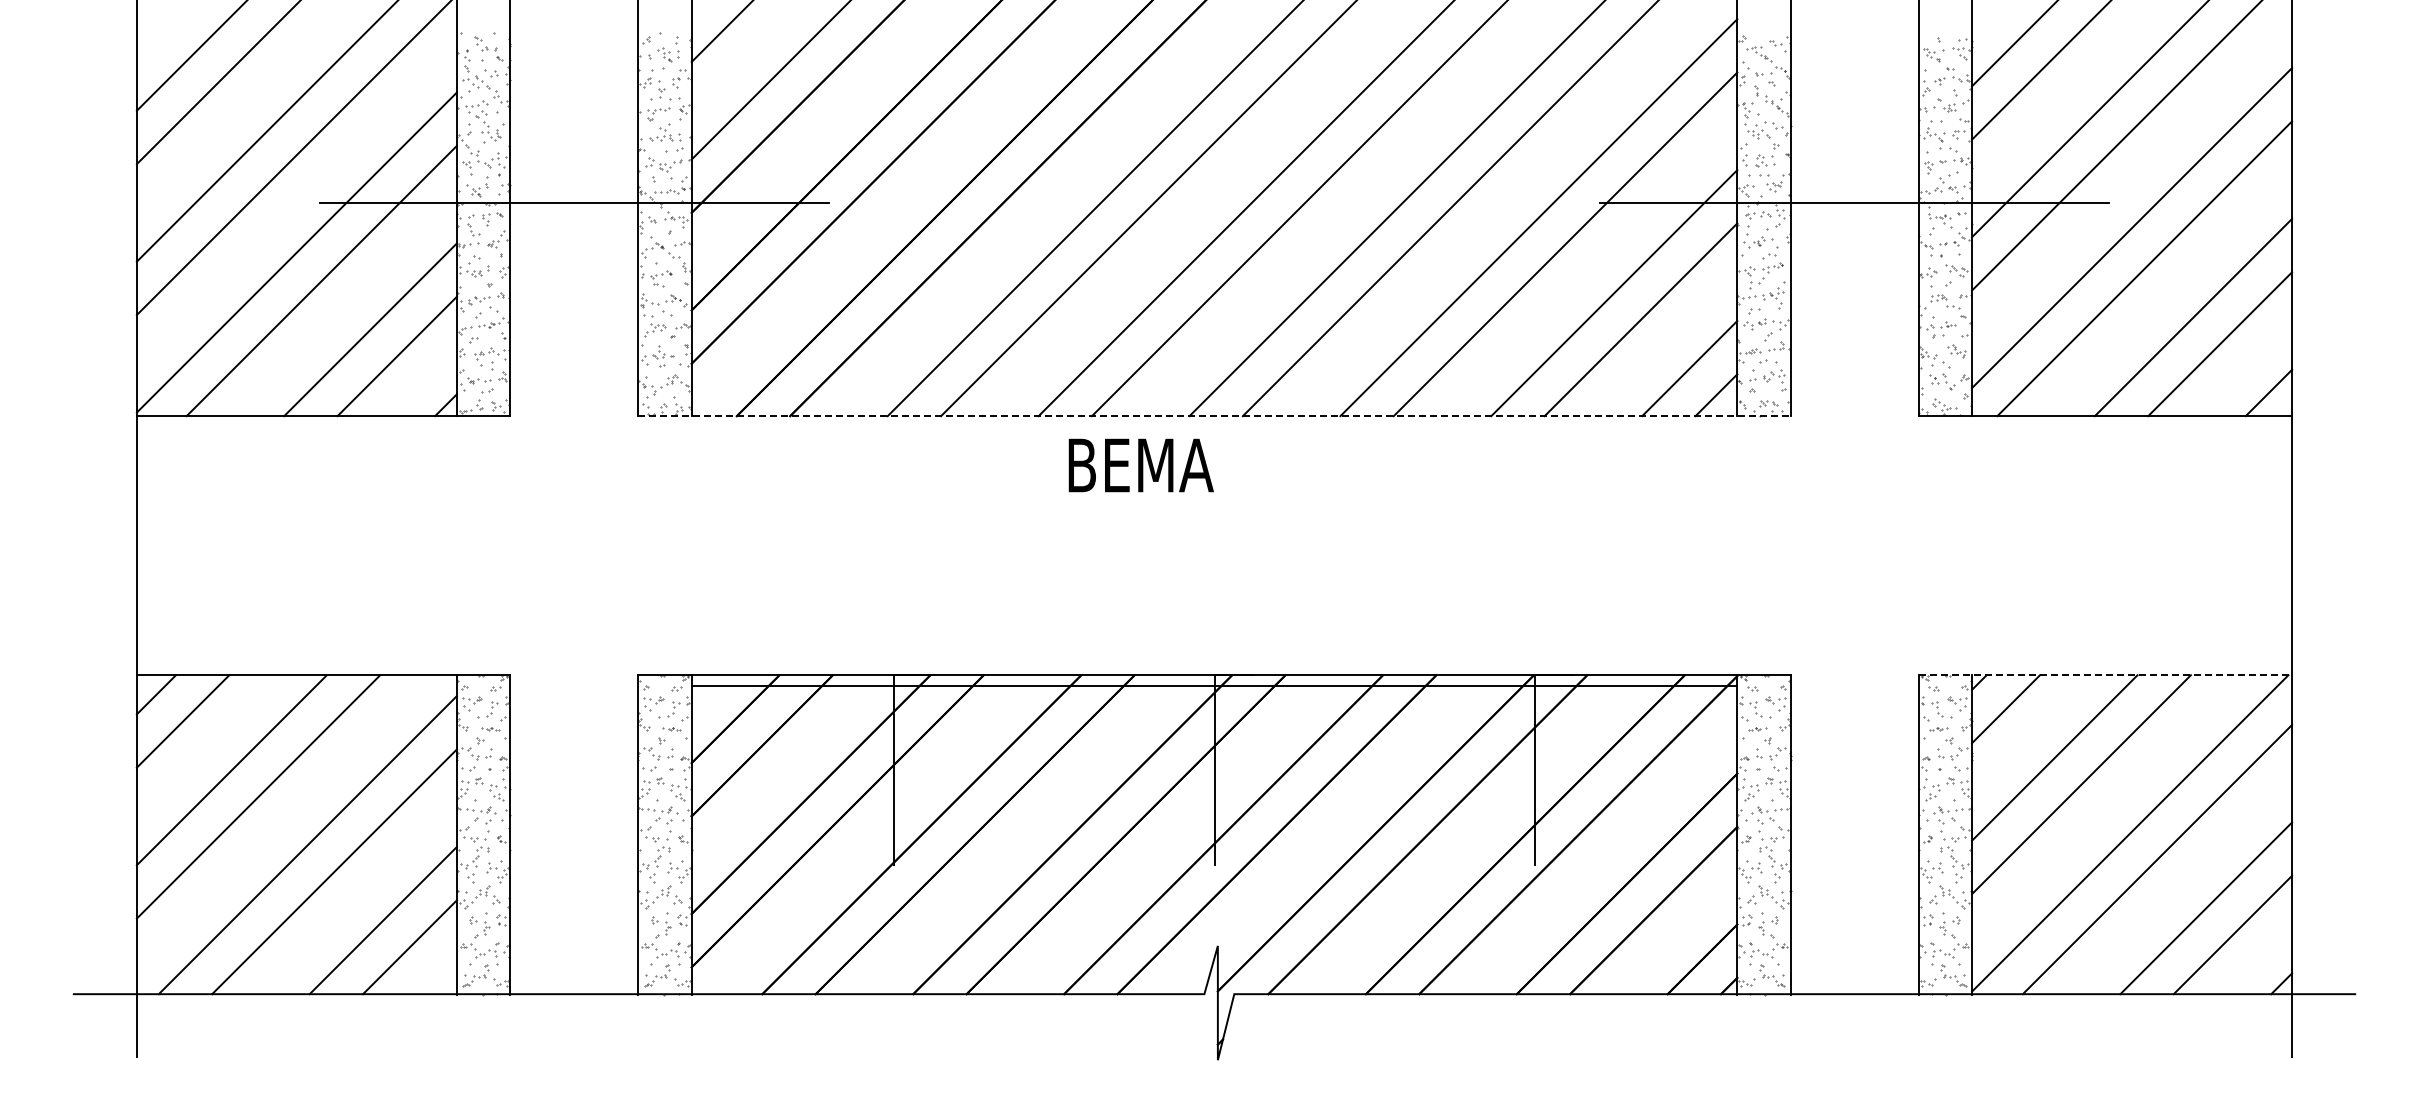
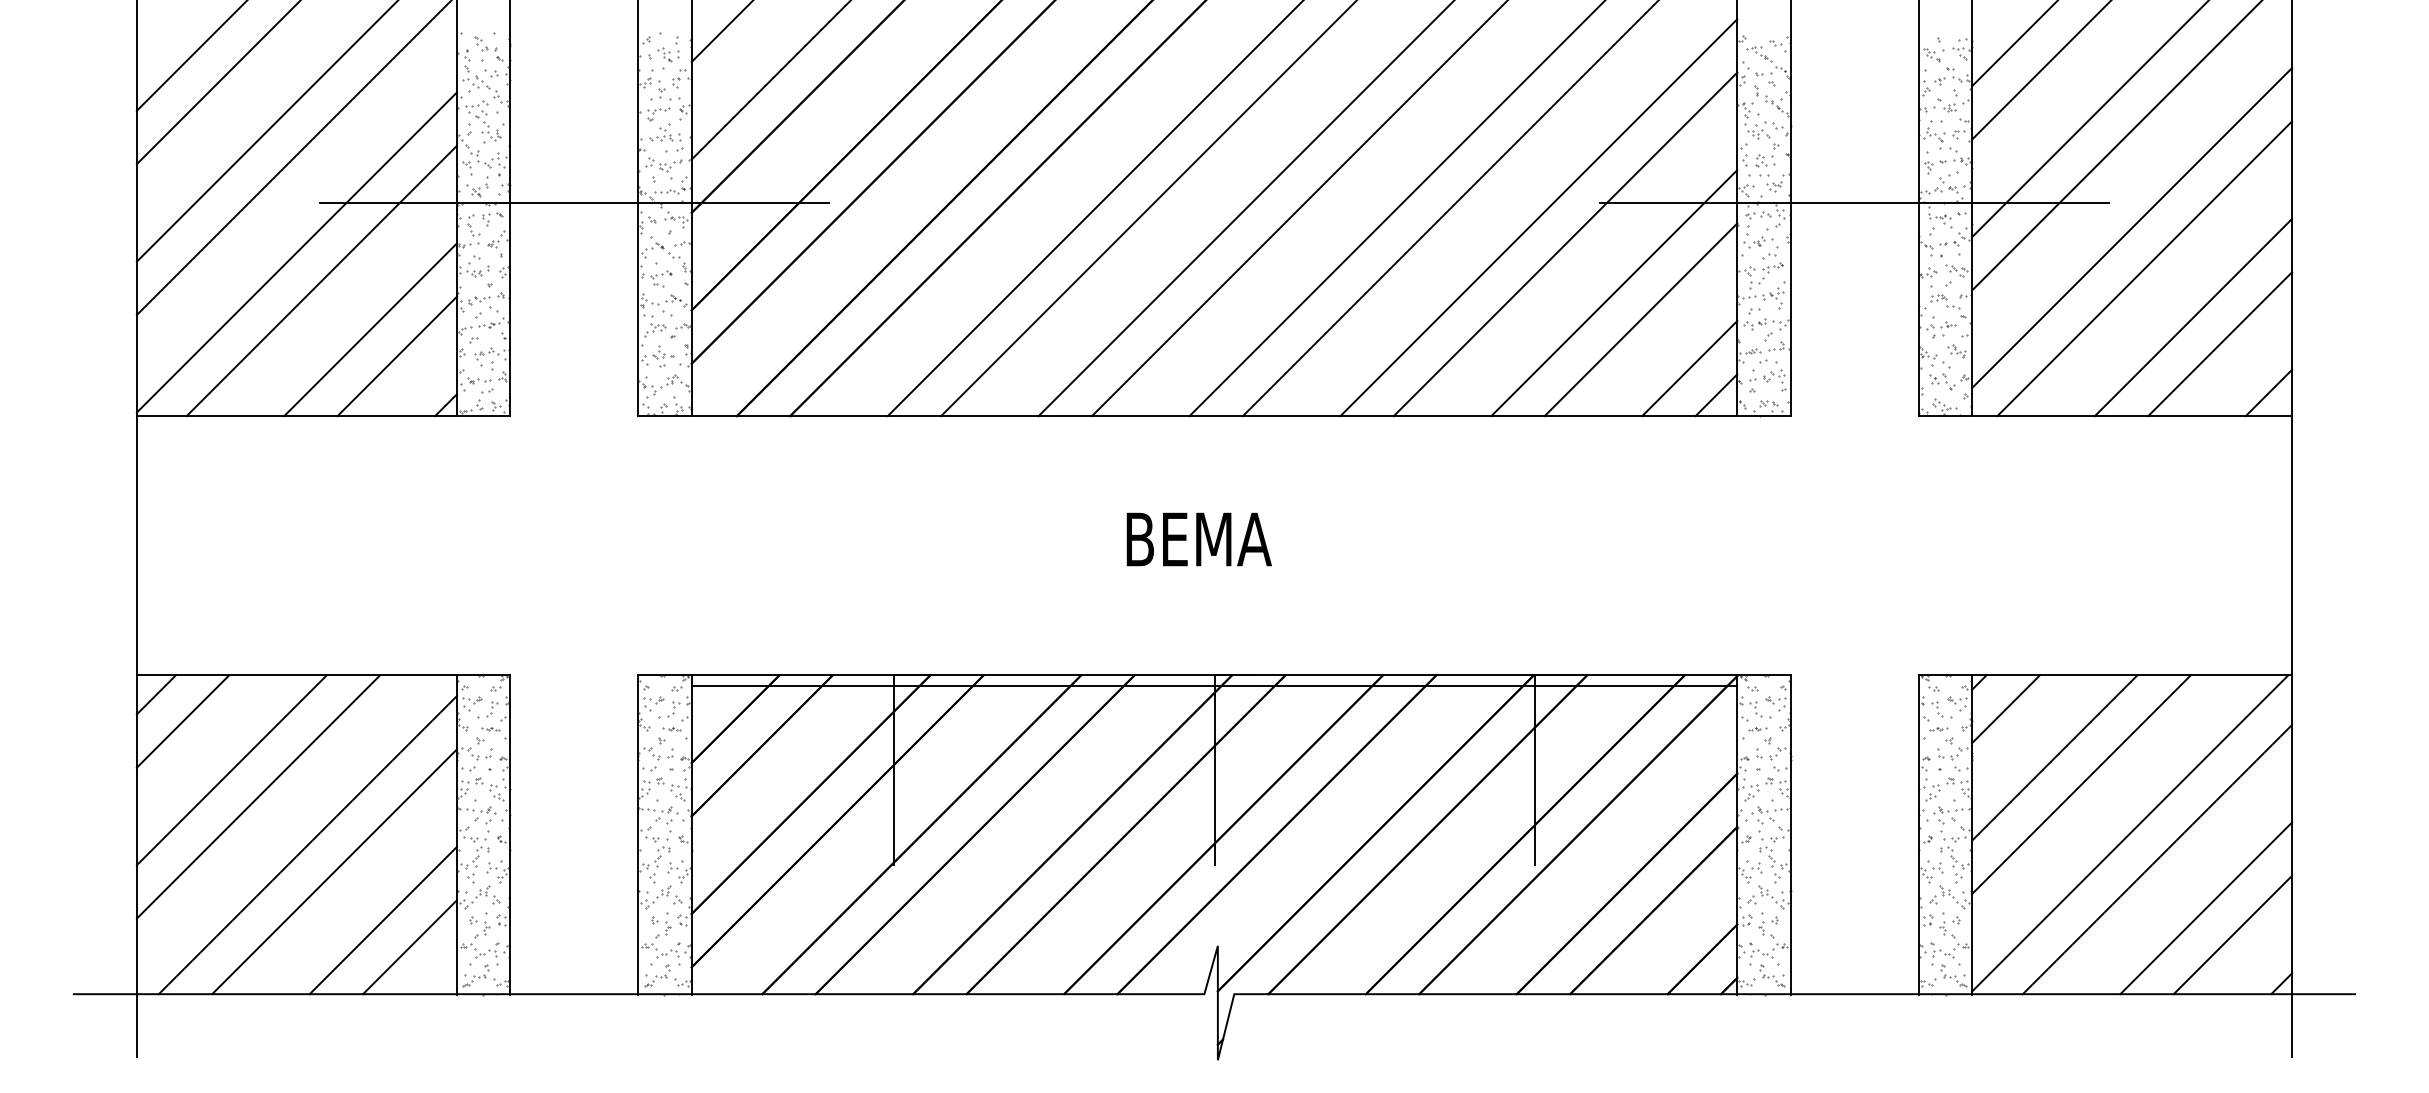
line at (1214, 416): dashed -> solid
text at (1140, 465) position: (1140, 465) -> (1198, 539)
line at (2105, 675): dashed -> solid
